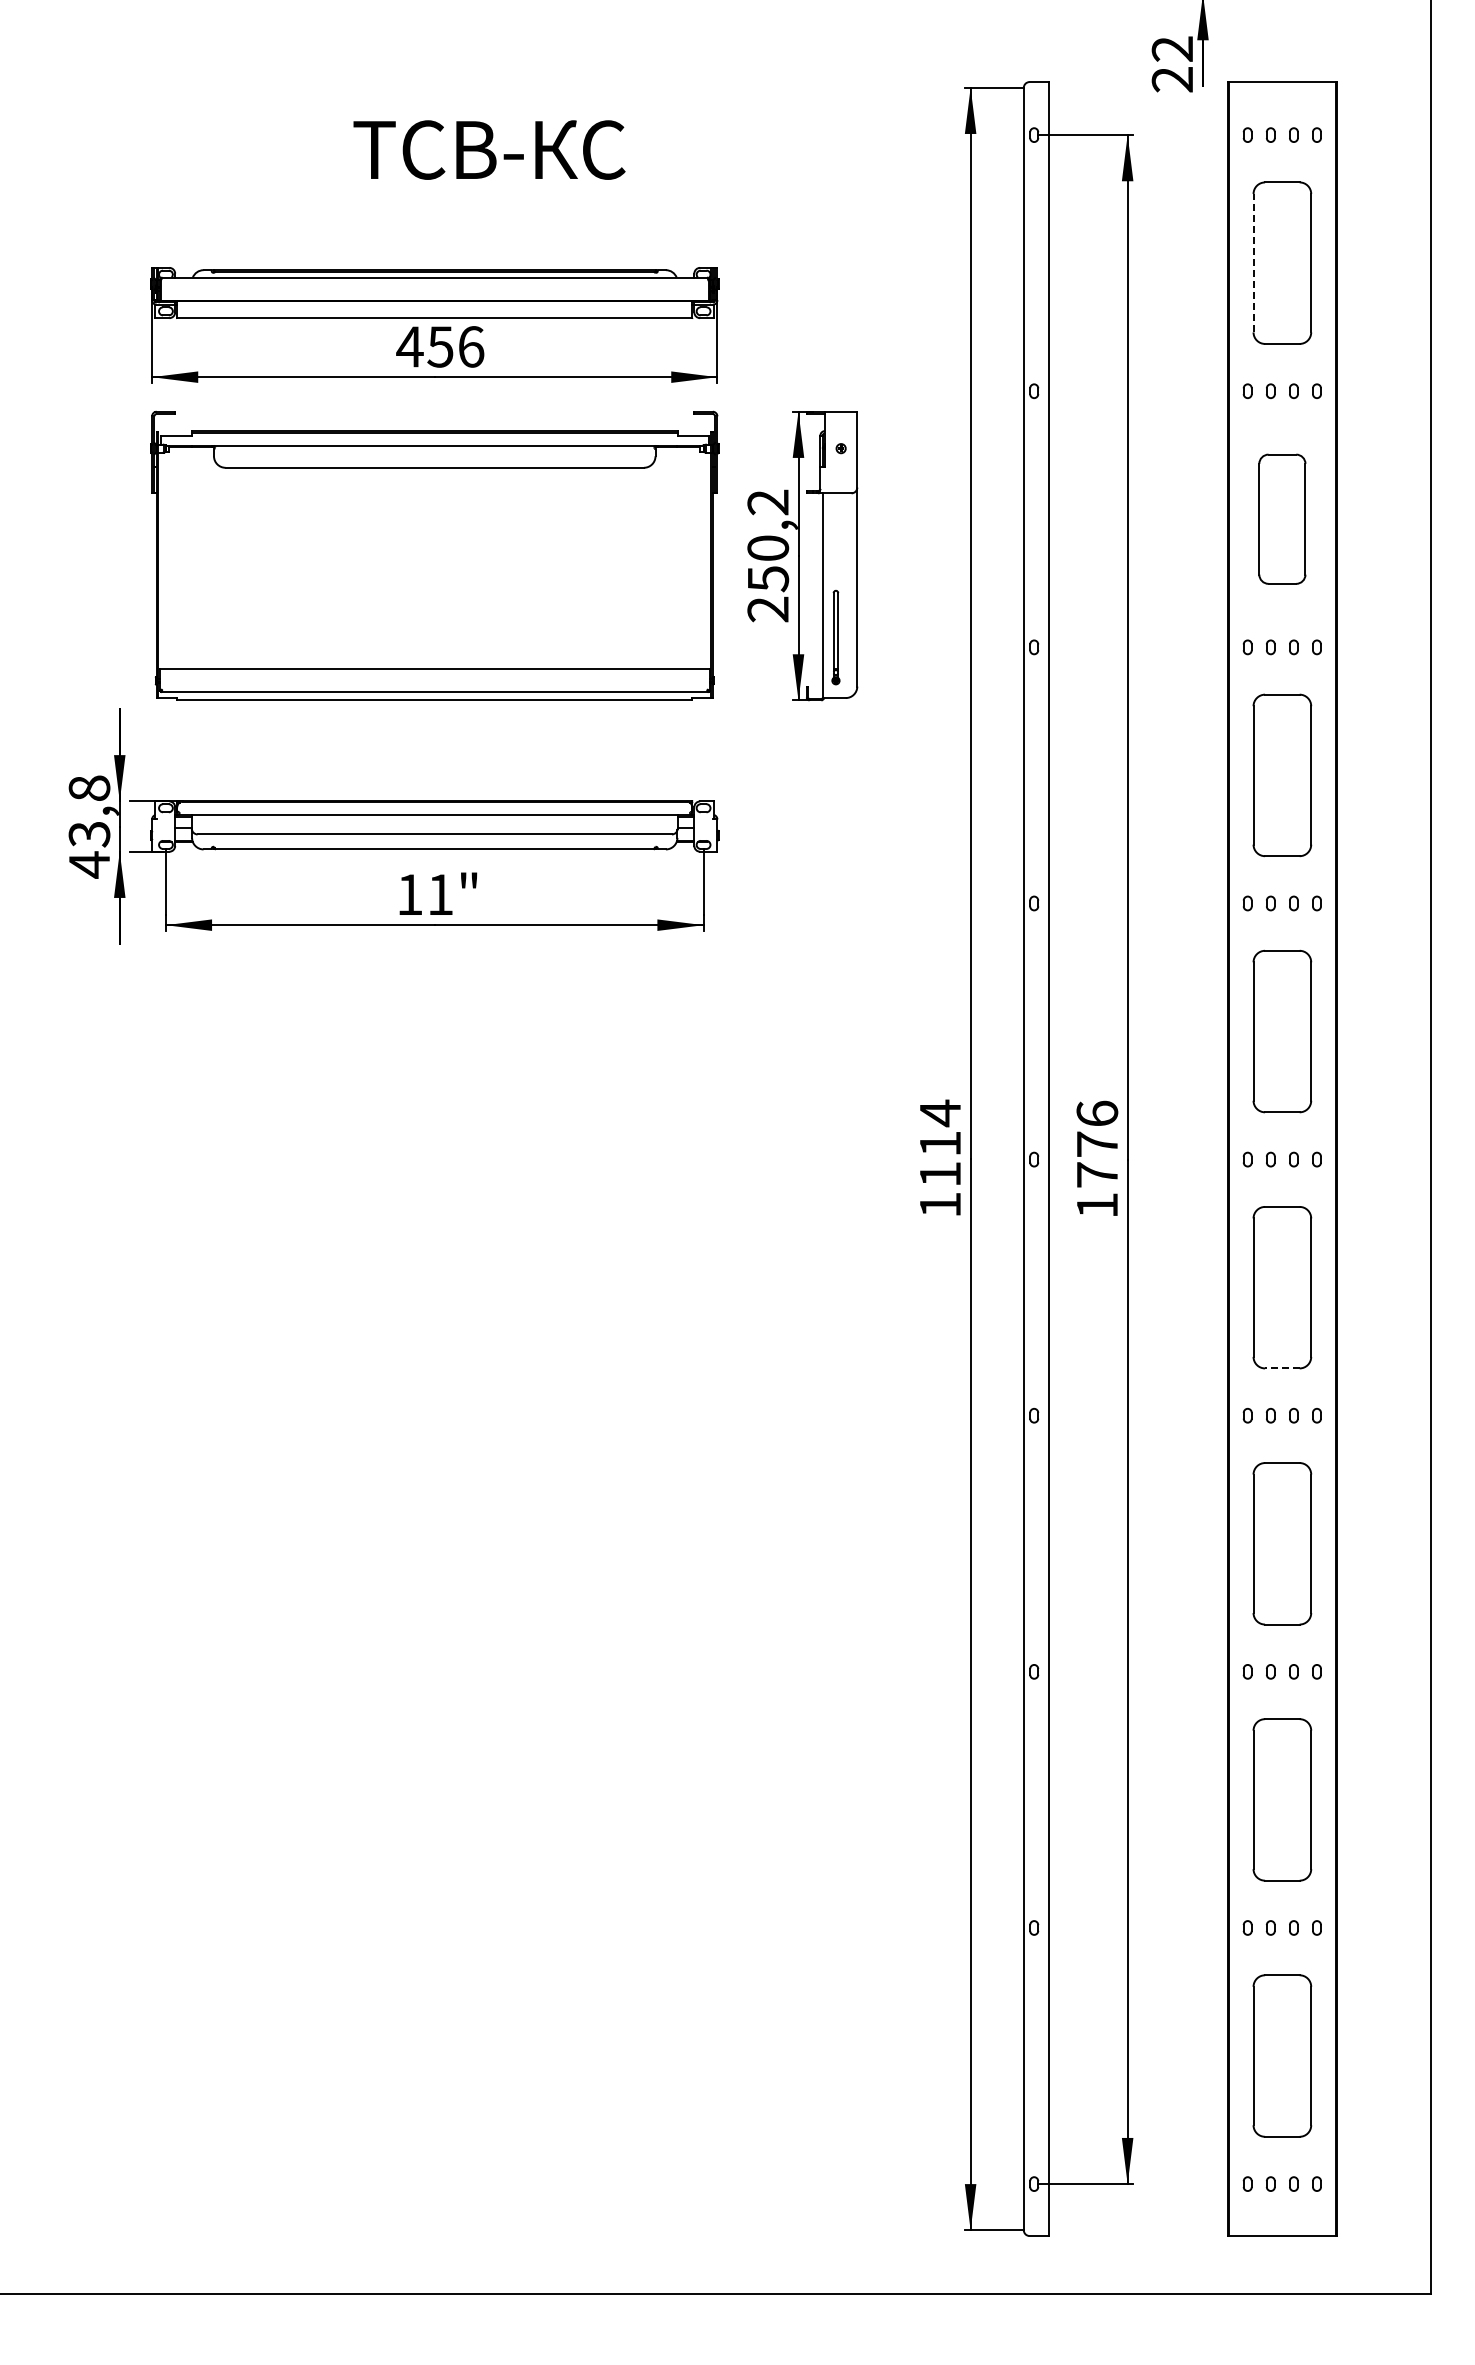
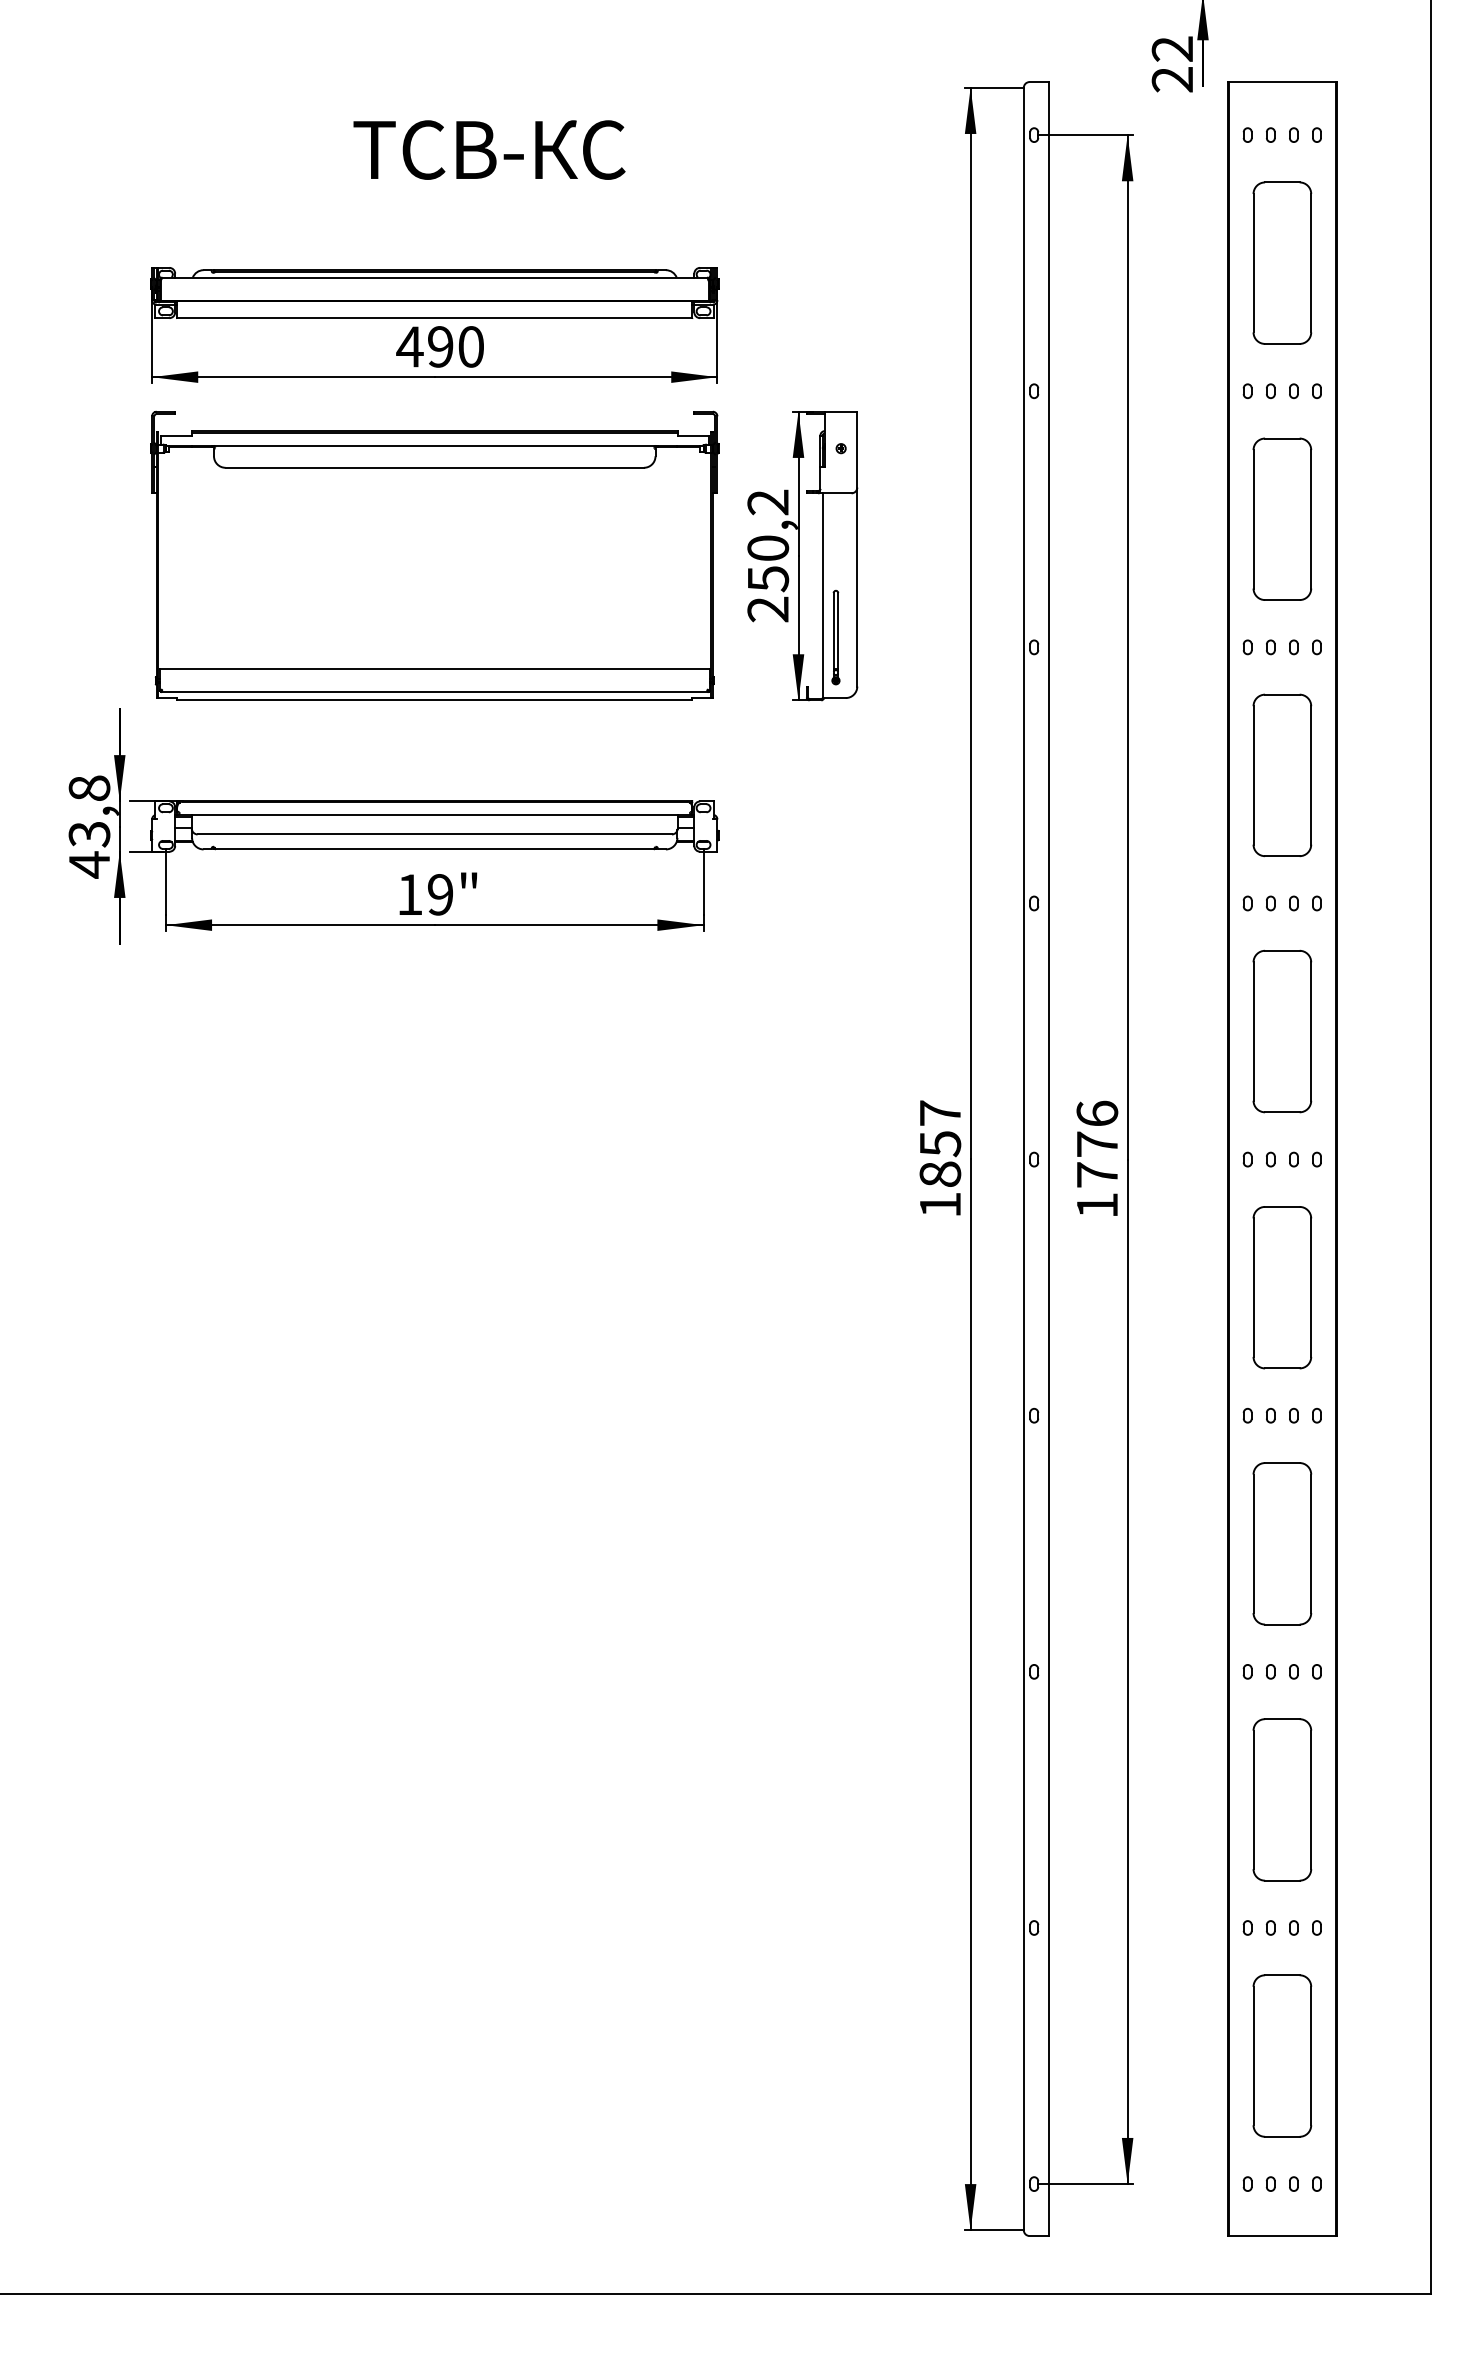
line at (1253, 262): dashed -> solid
text at (455, 346): 456 -> 490
part at (1282, 518) size: 49x132 px -> 61x164 px
text at (440, 894): 11" -> 19"
text at (940, 1142): 1114 -> 1857
line at (1281, 1368): dashed -> solid
